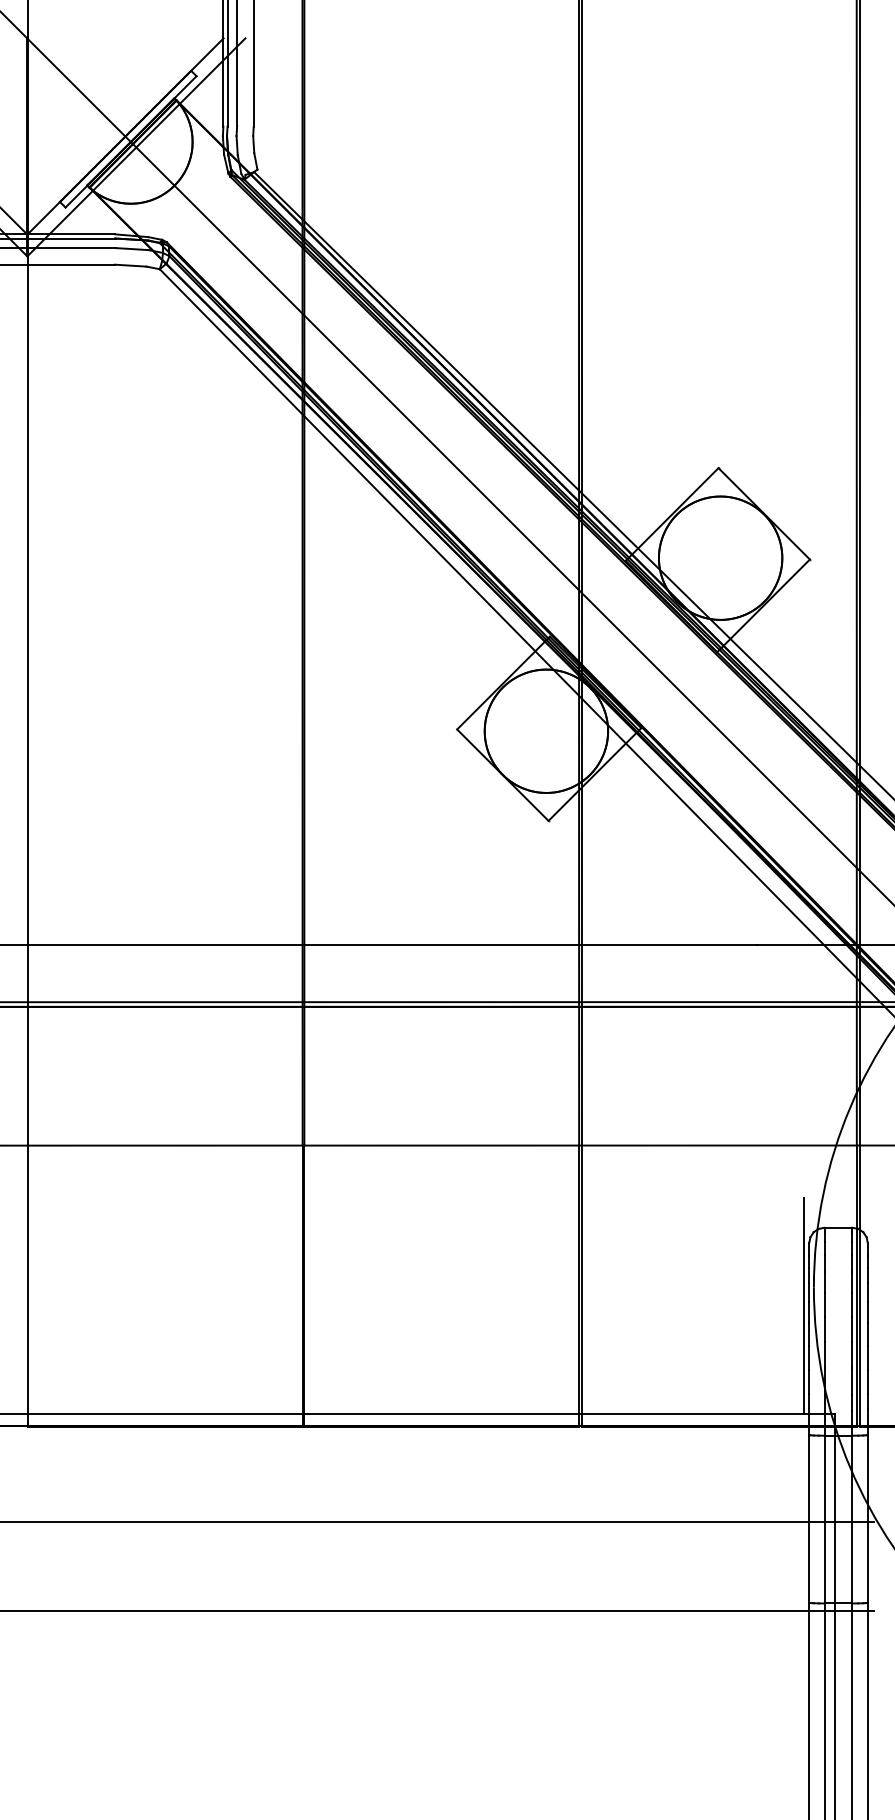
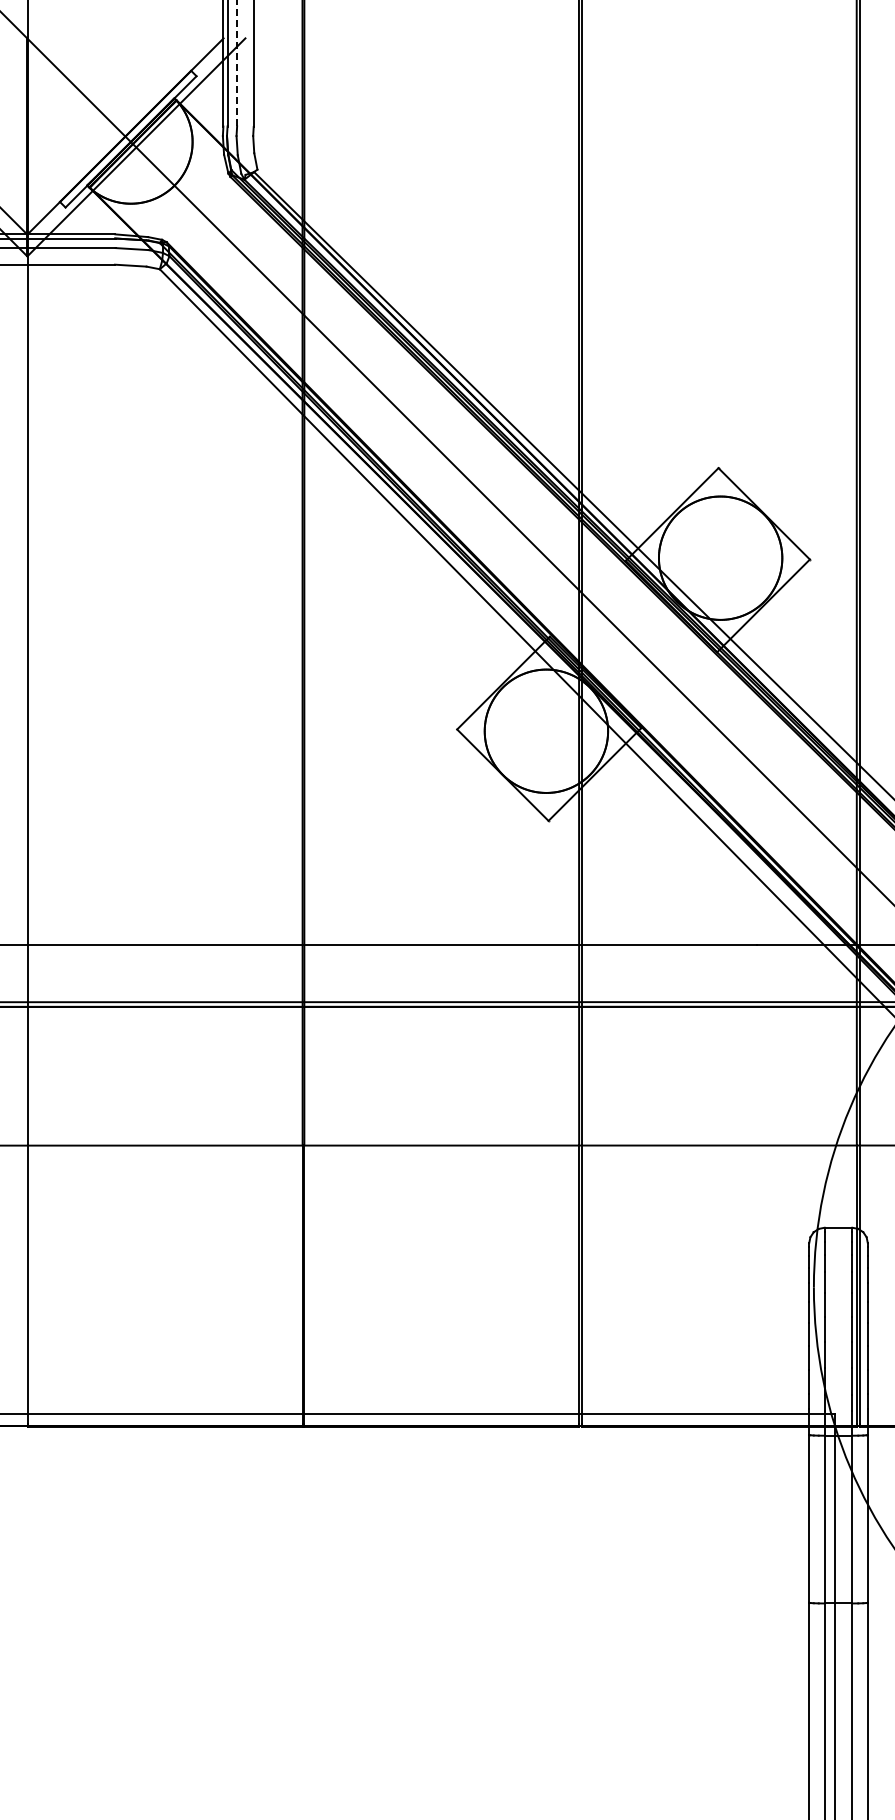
line at (237, 62): solid -> dashed
line at (804, 1305): present -> none
line at (438, 1521): present -> none
line at (438, 1610): present -> none
